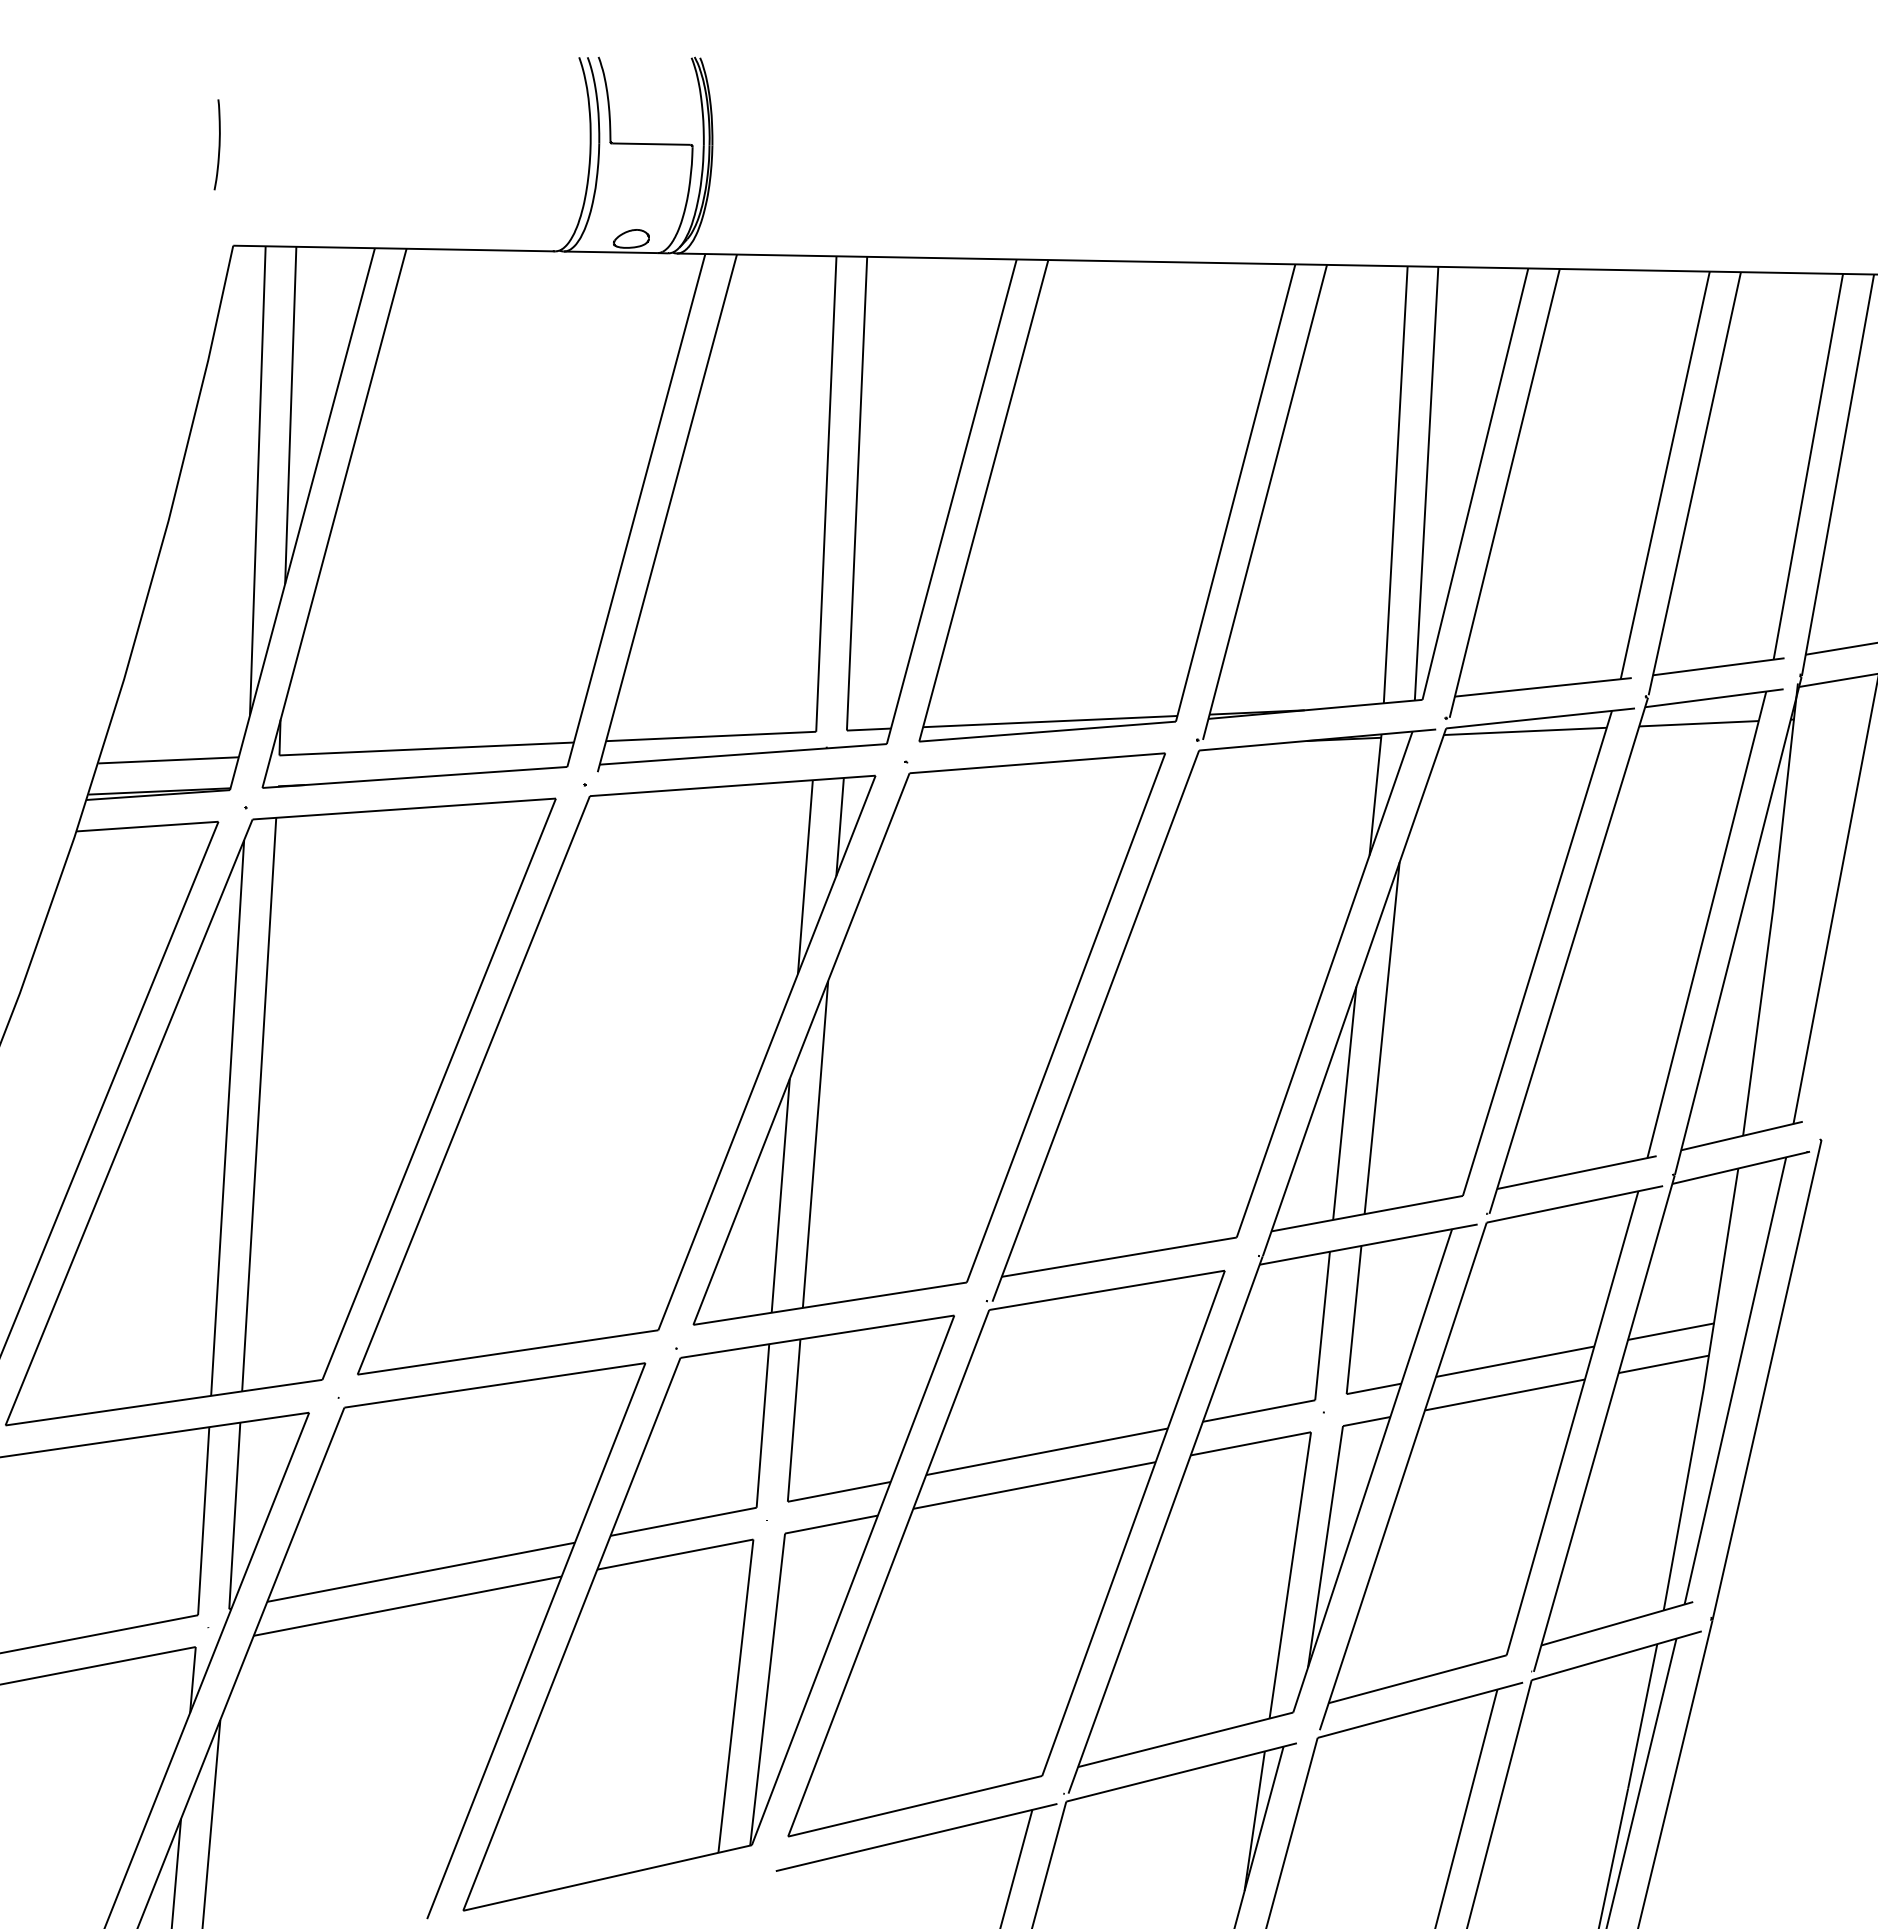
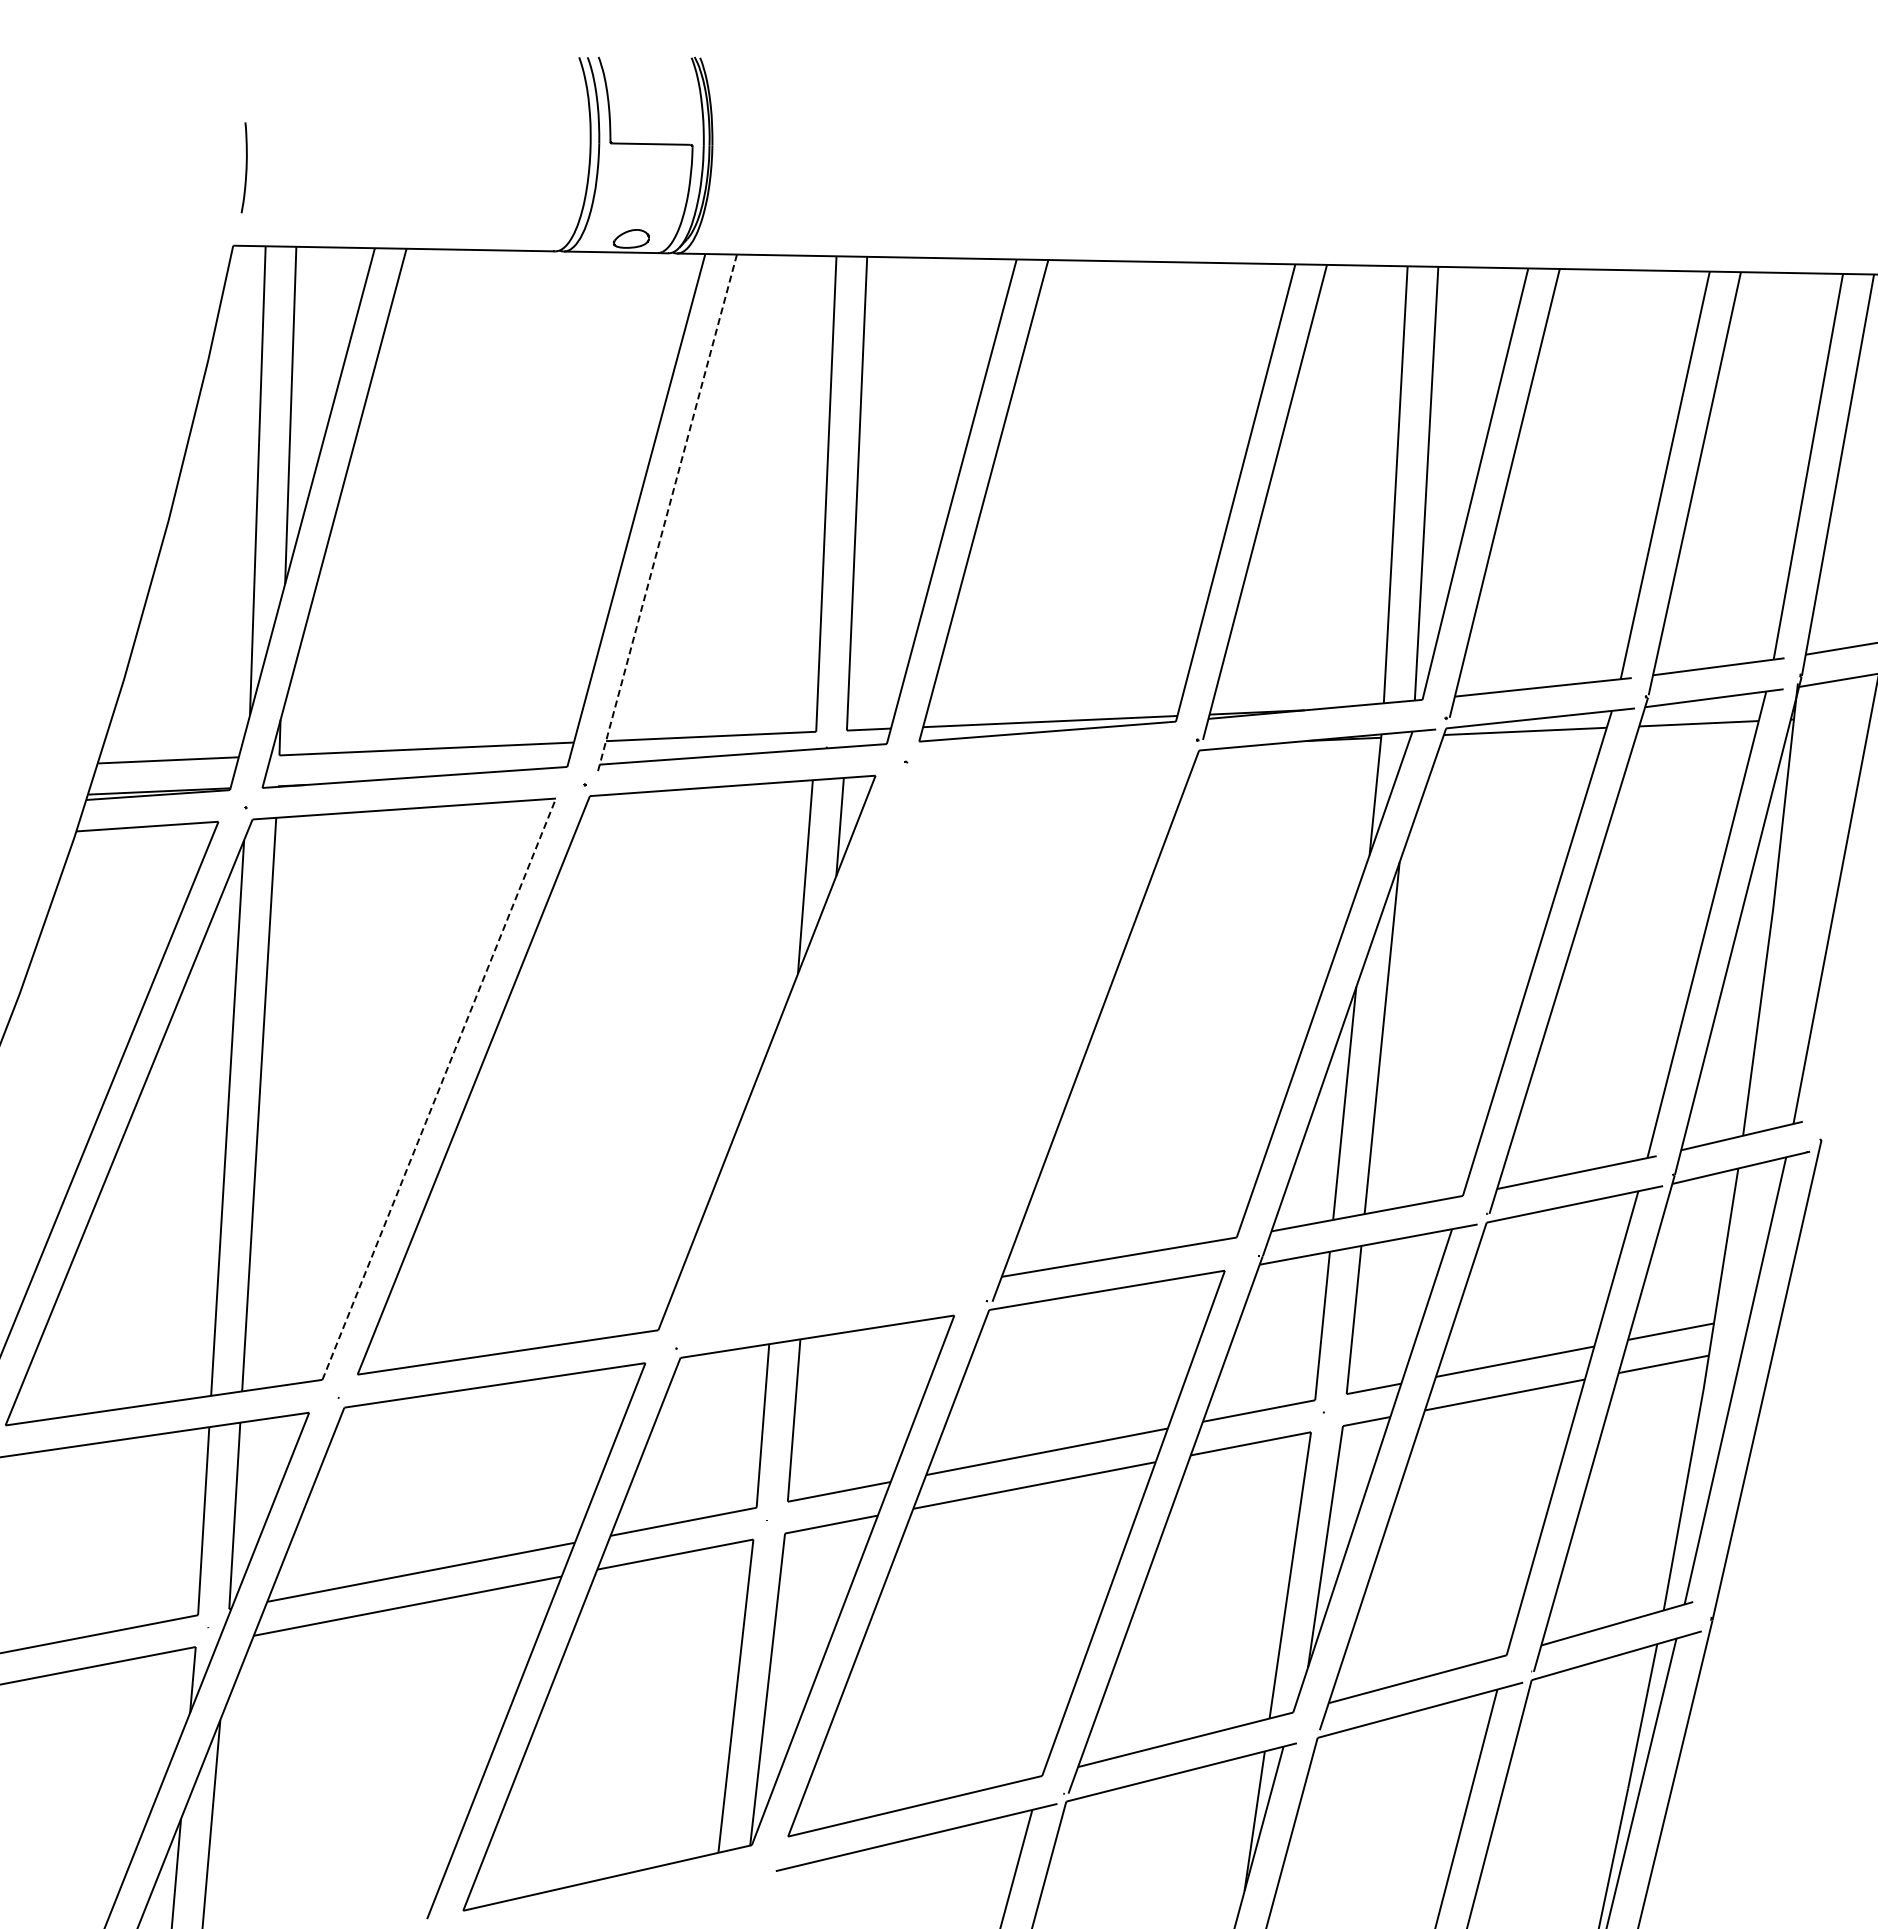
curve at (218, 144) position: (218, 144) -> (245, 167)
line at (667, 513): solid -> dashed
part at (928, 1038): present -> none
line at (439, 1088): solid -> dashed
